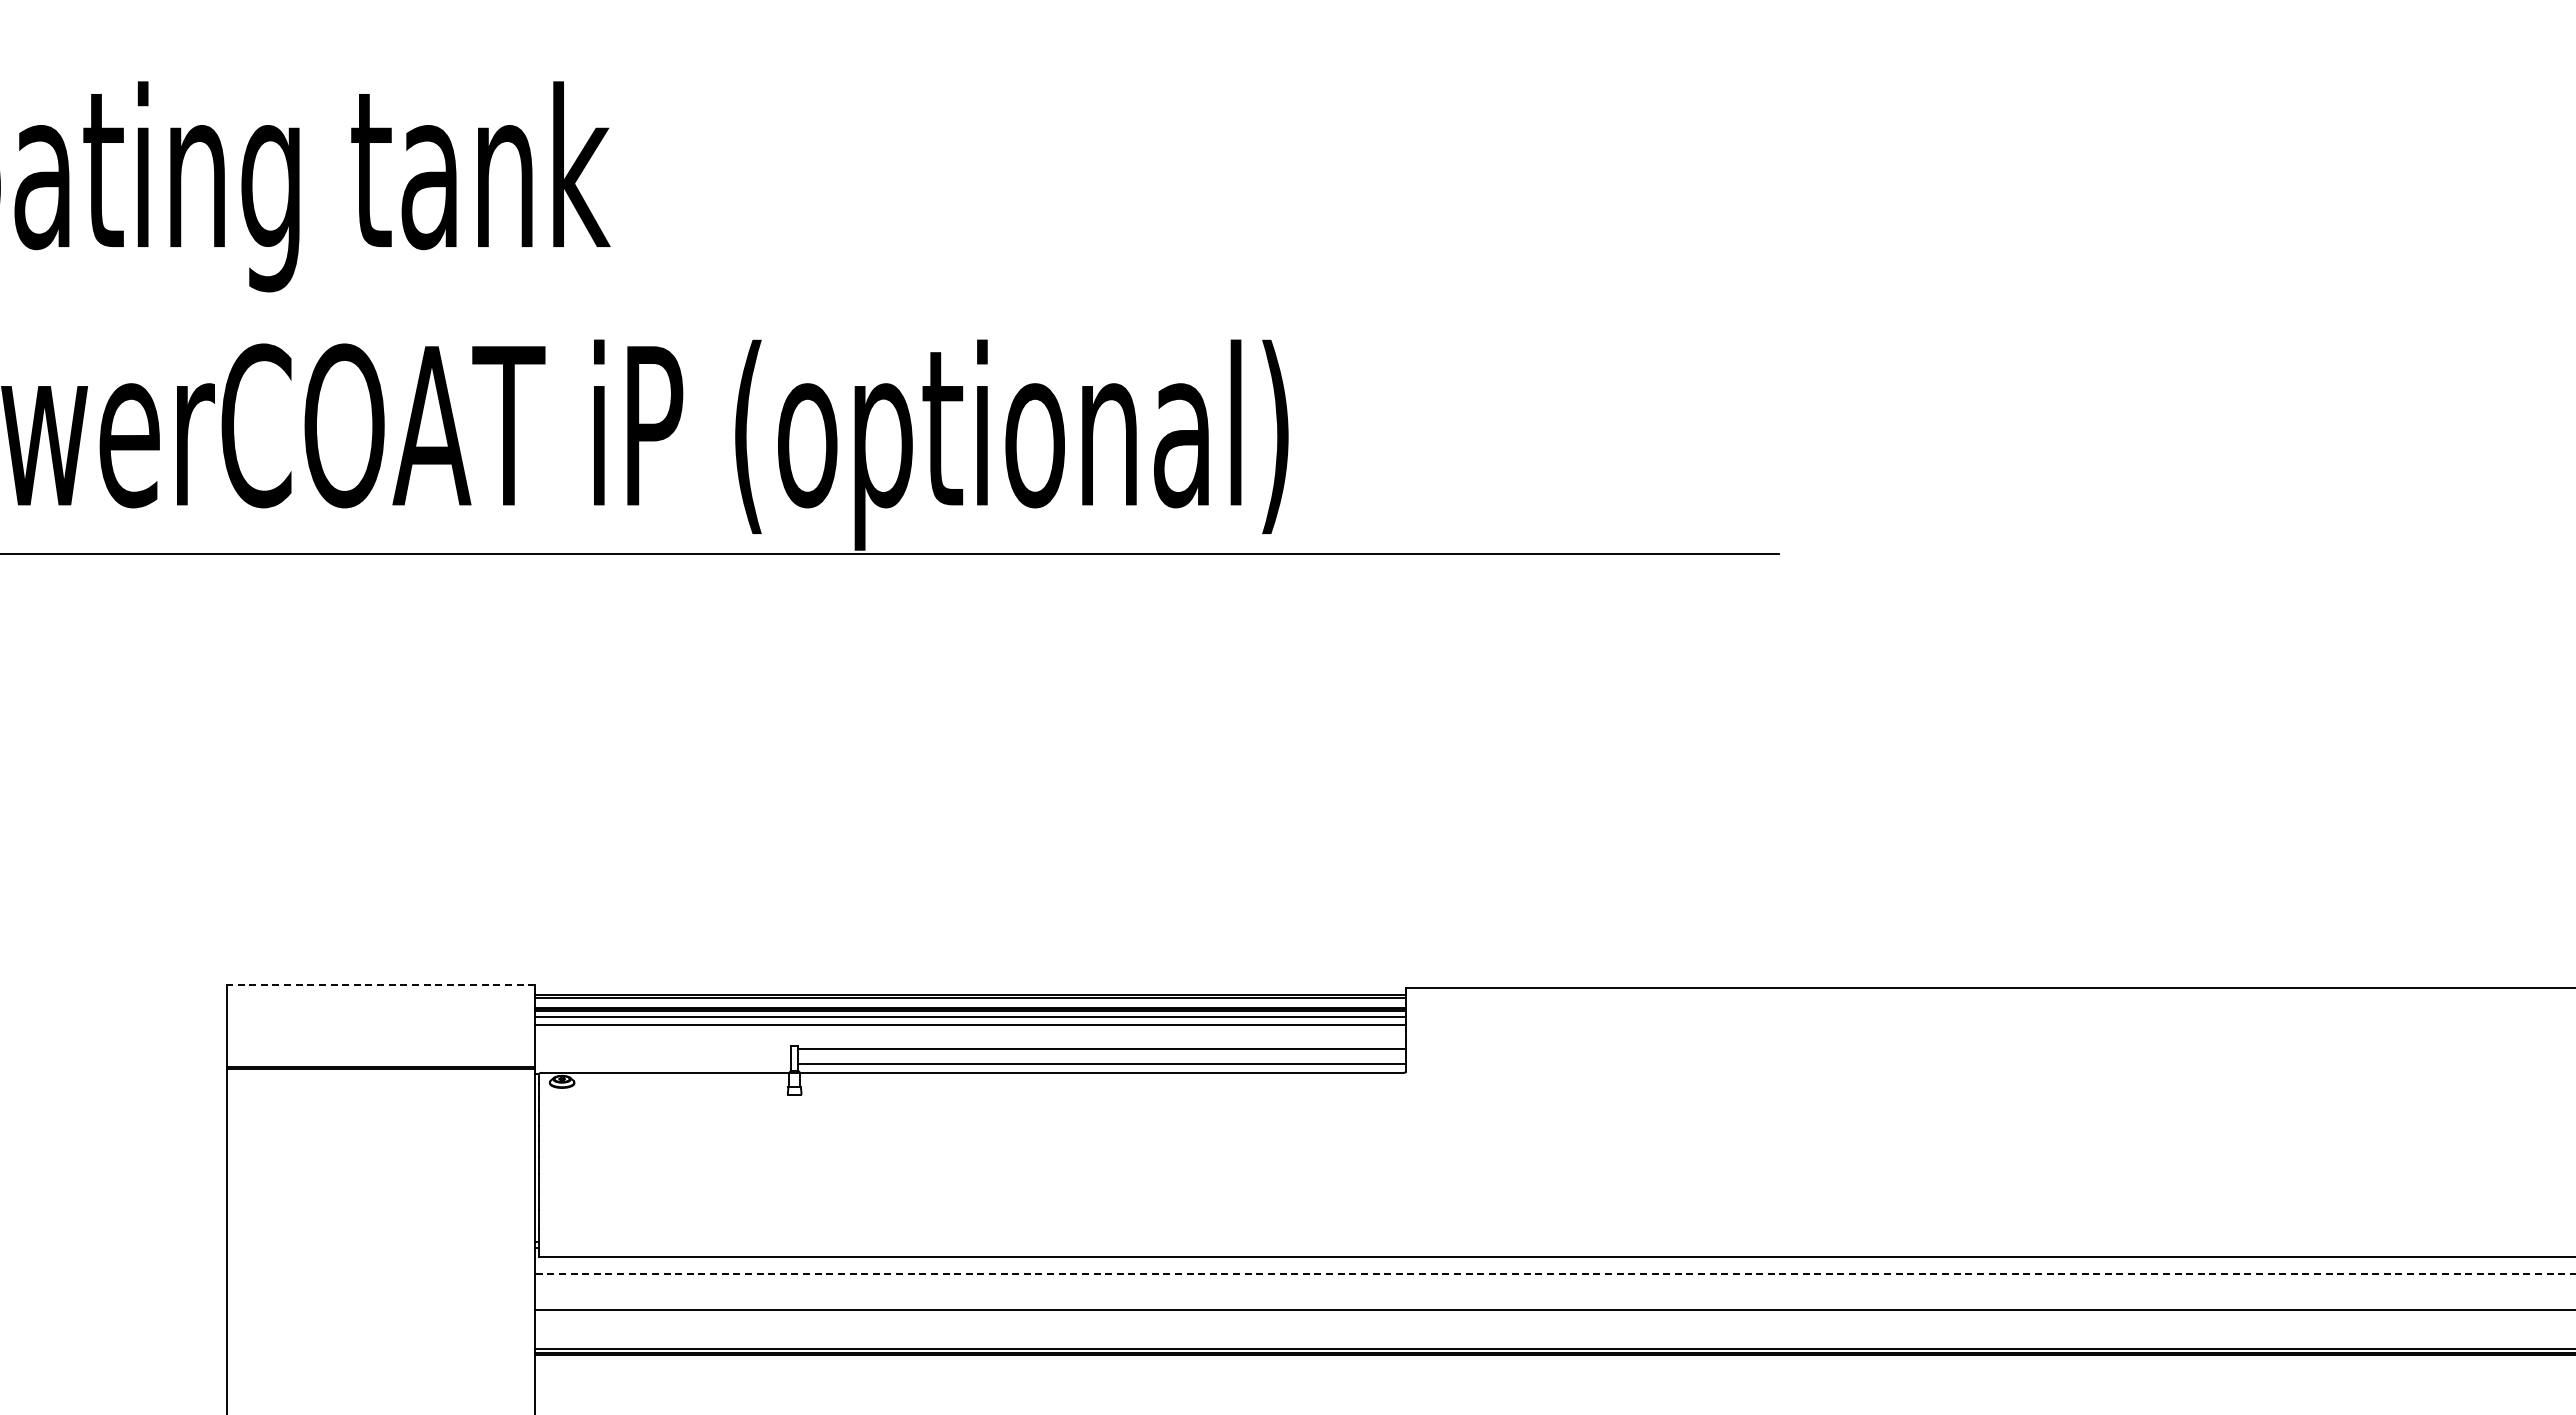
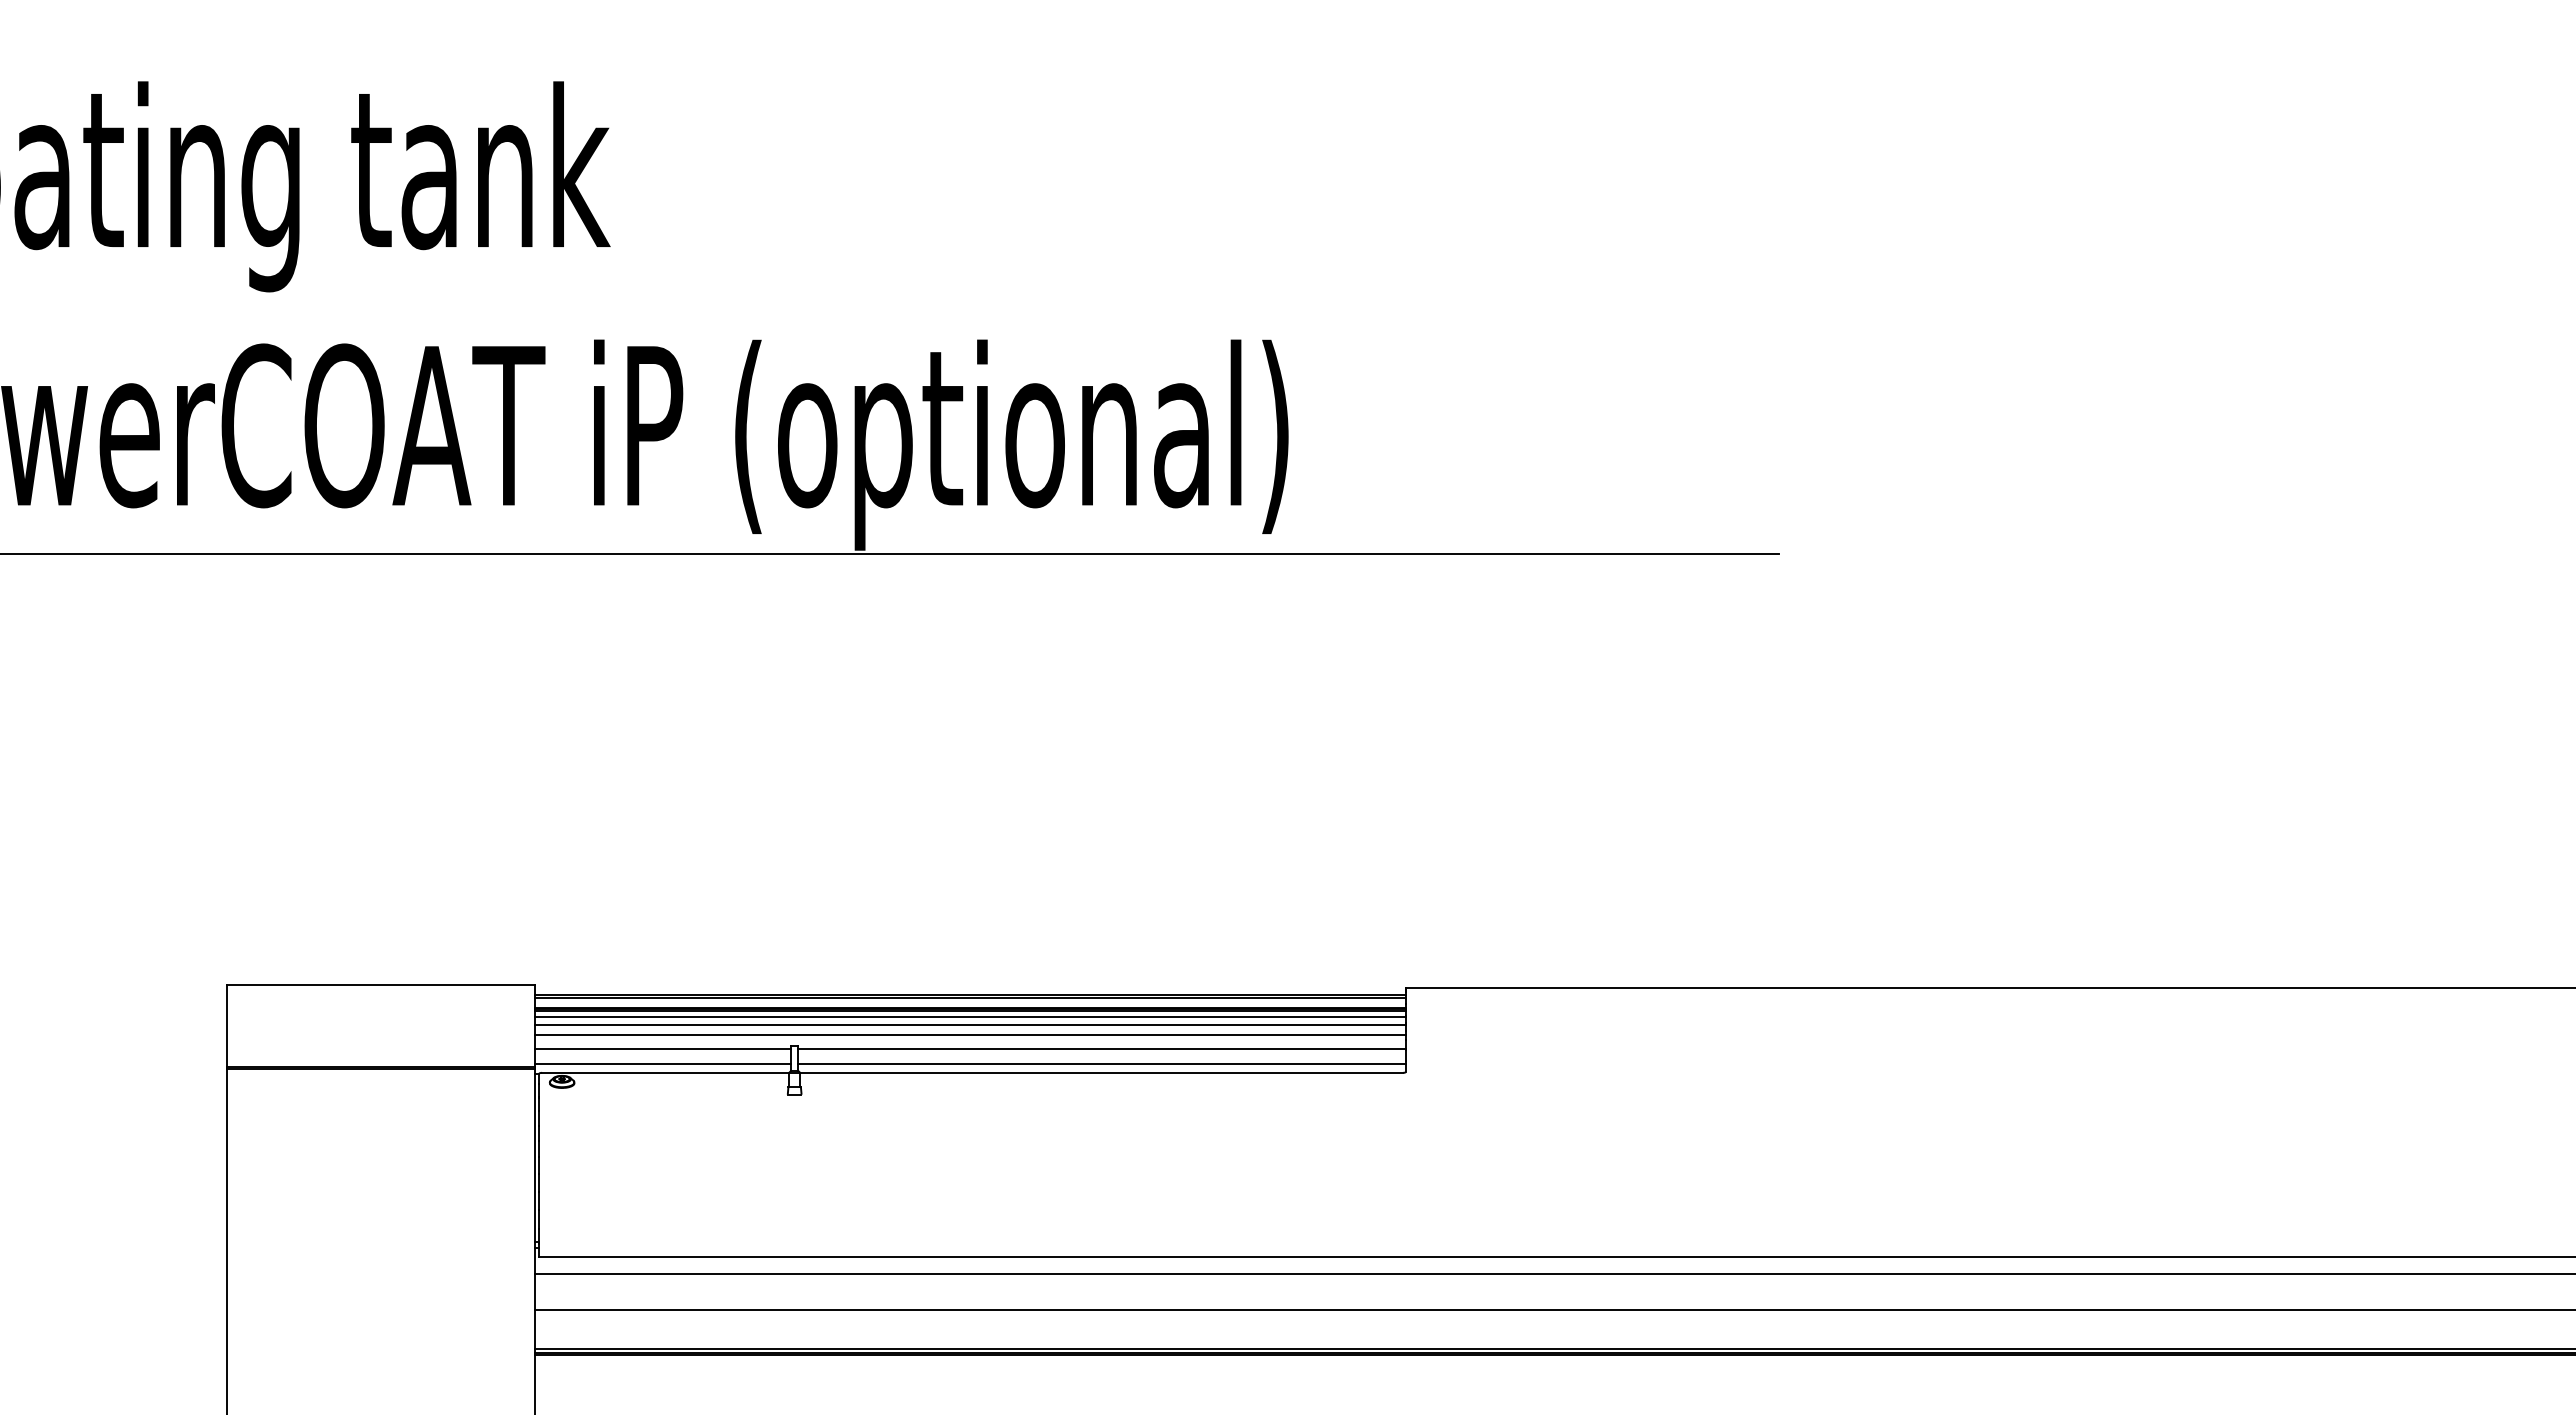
line at (380, 985): dashed -> solid
line at (970, 1035): none -> present
line at (663, 1048): none -> present
line at (663, 1064): none -> present
line at (1555, 1273): dashed -> solid
